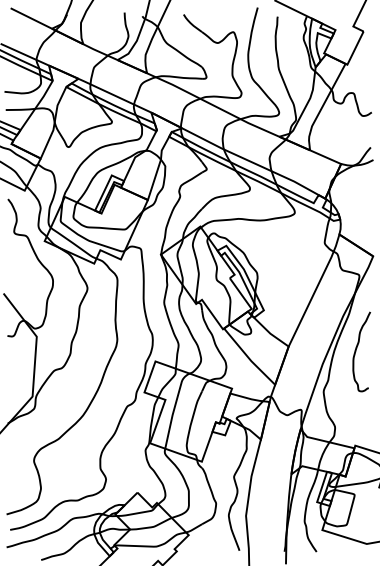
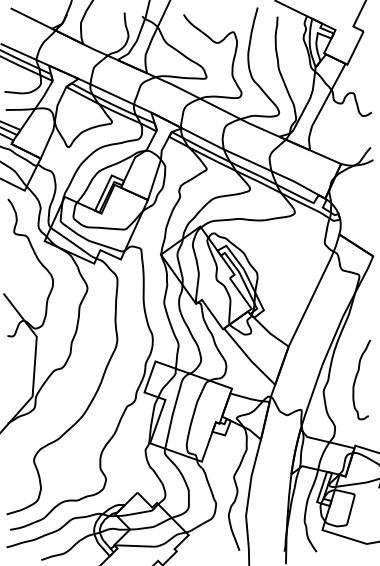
curve at (357, 348) position: (357, 348) -> (357, 376)
